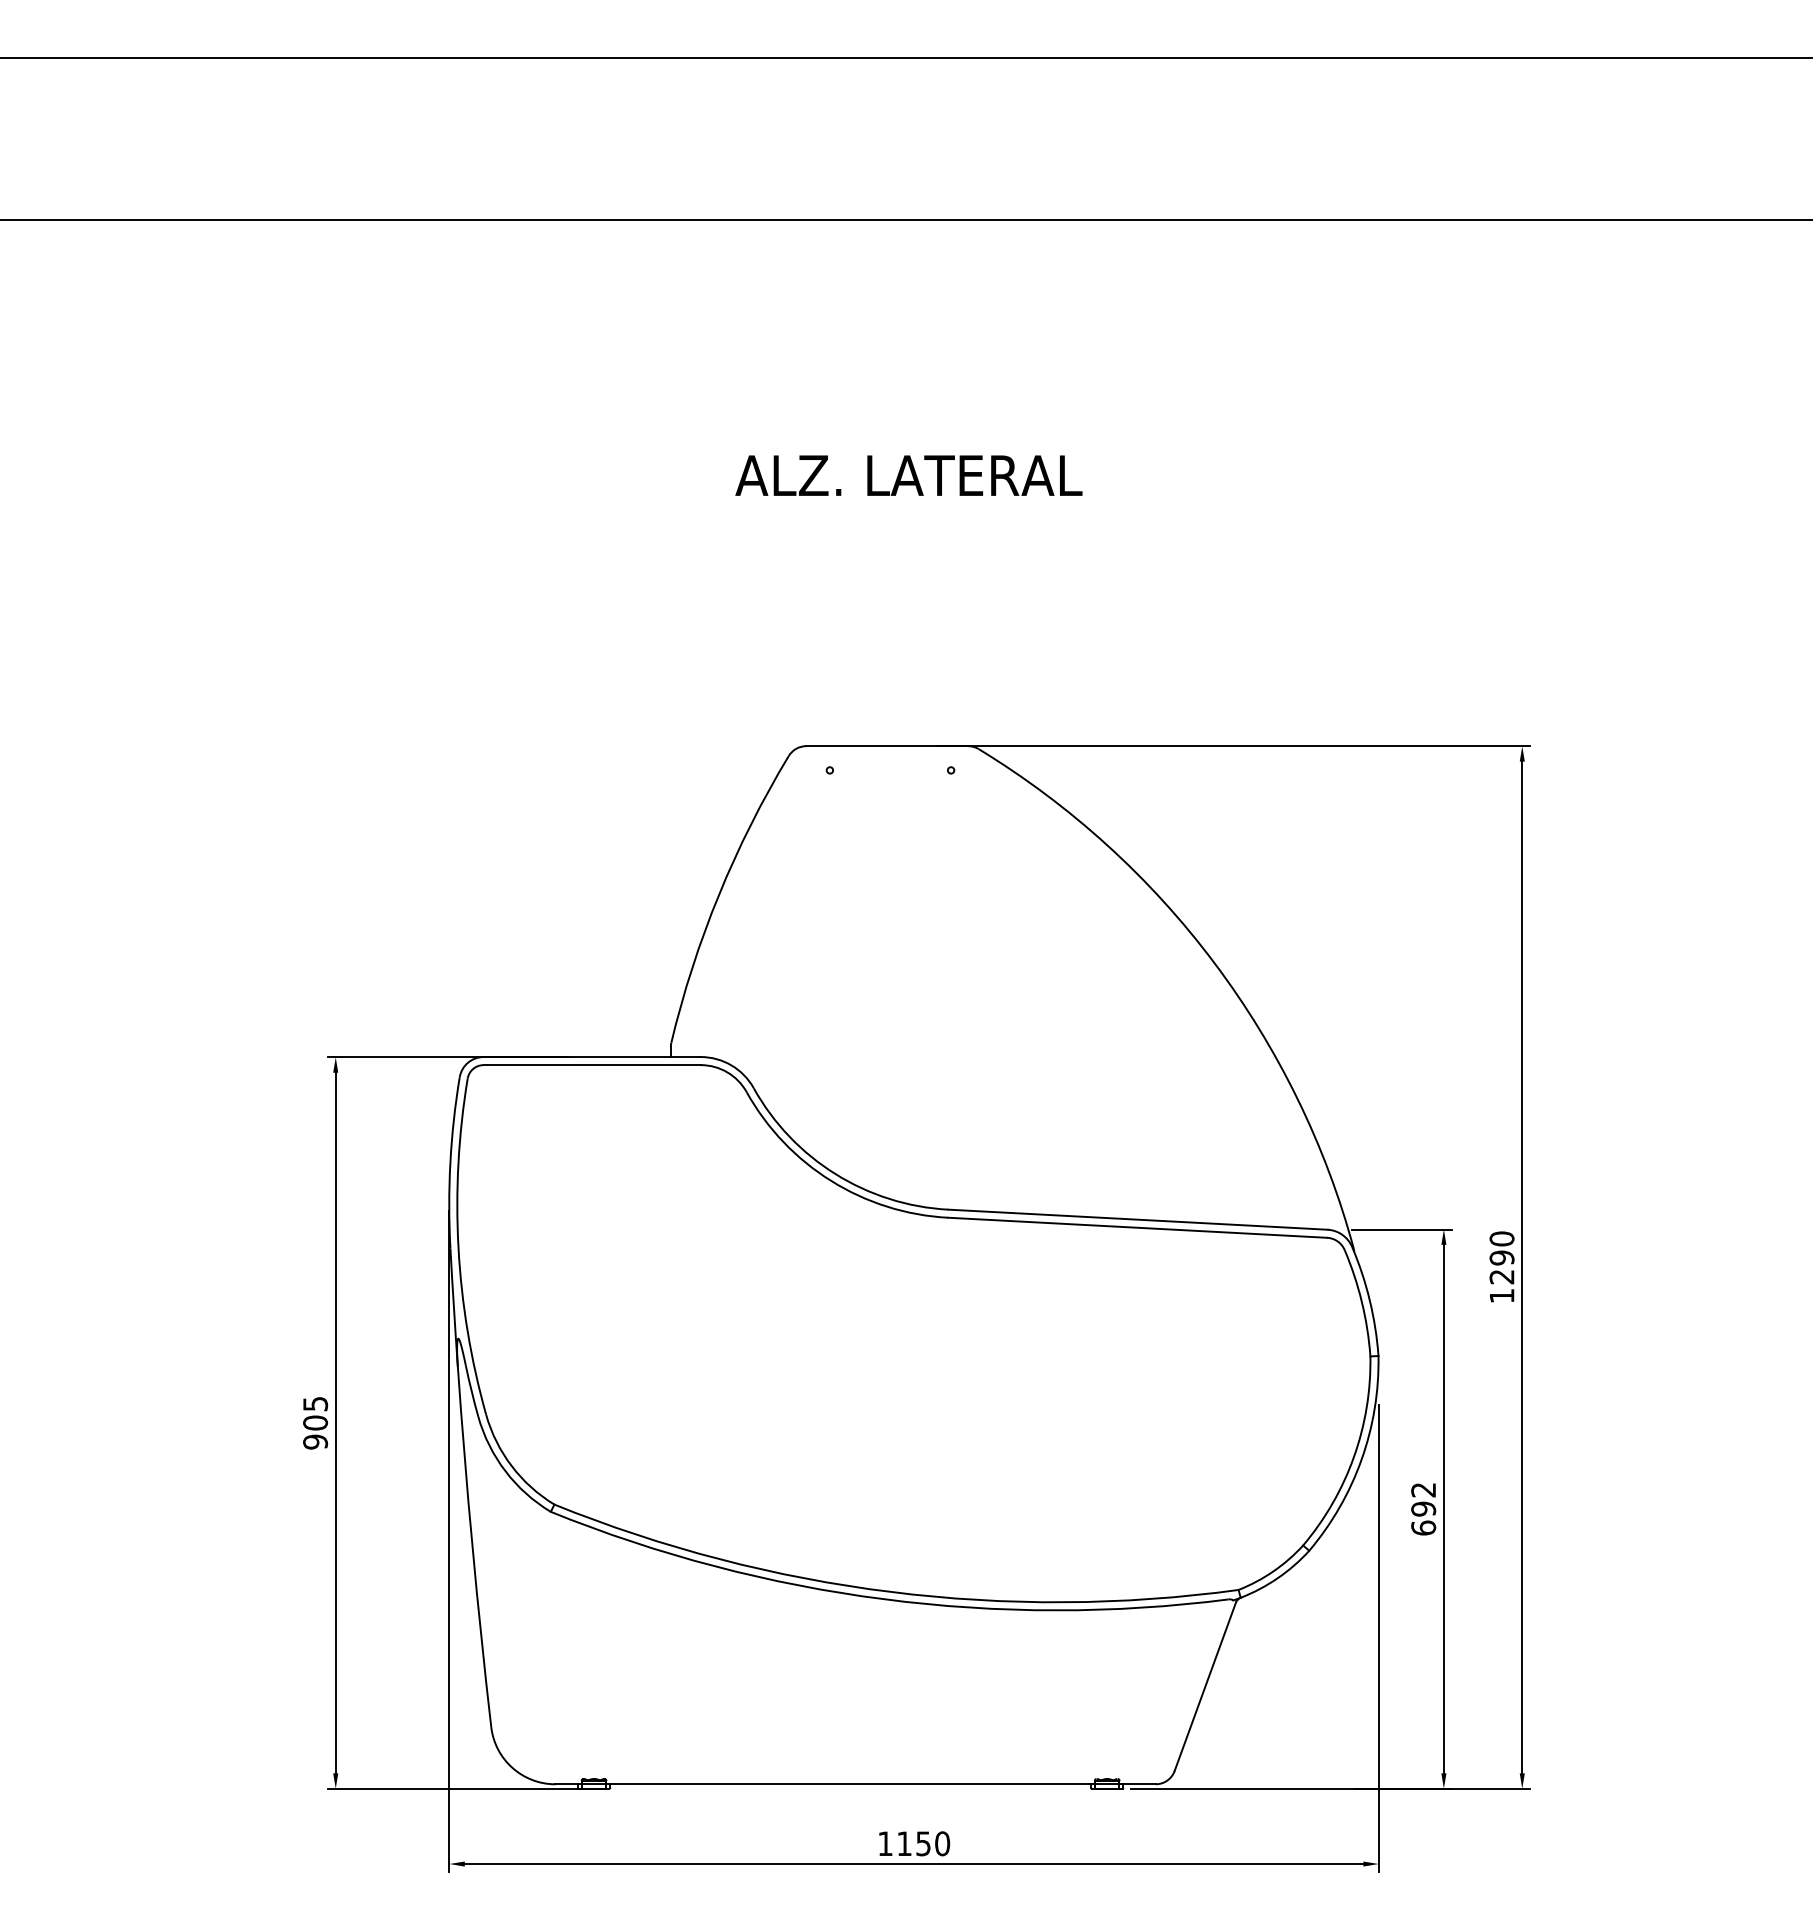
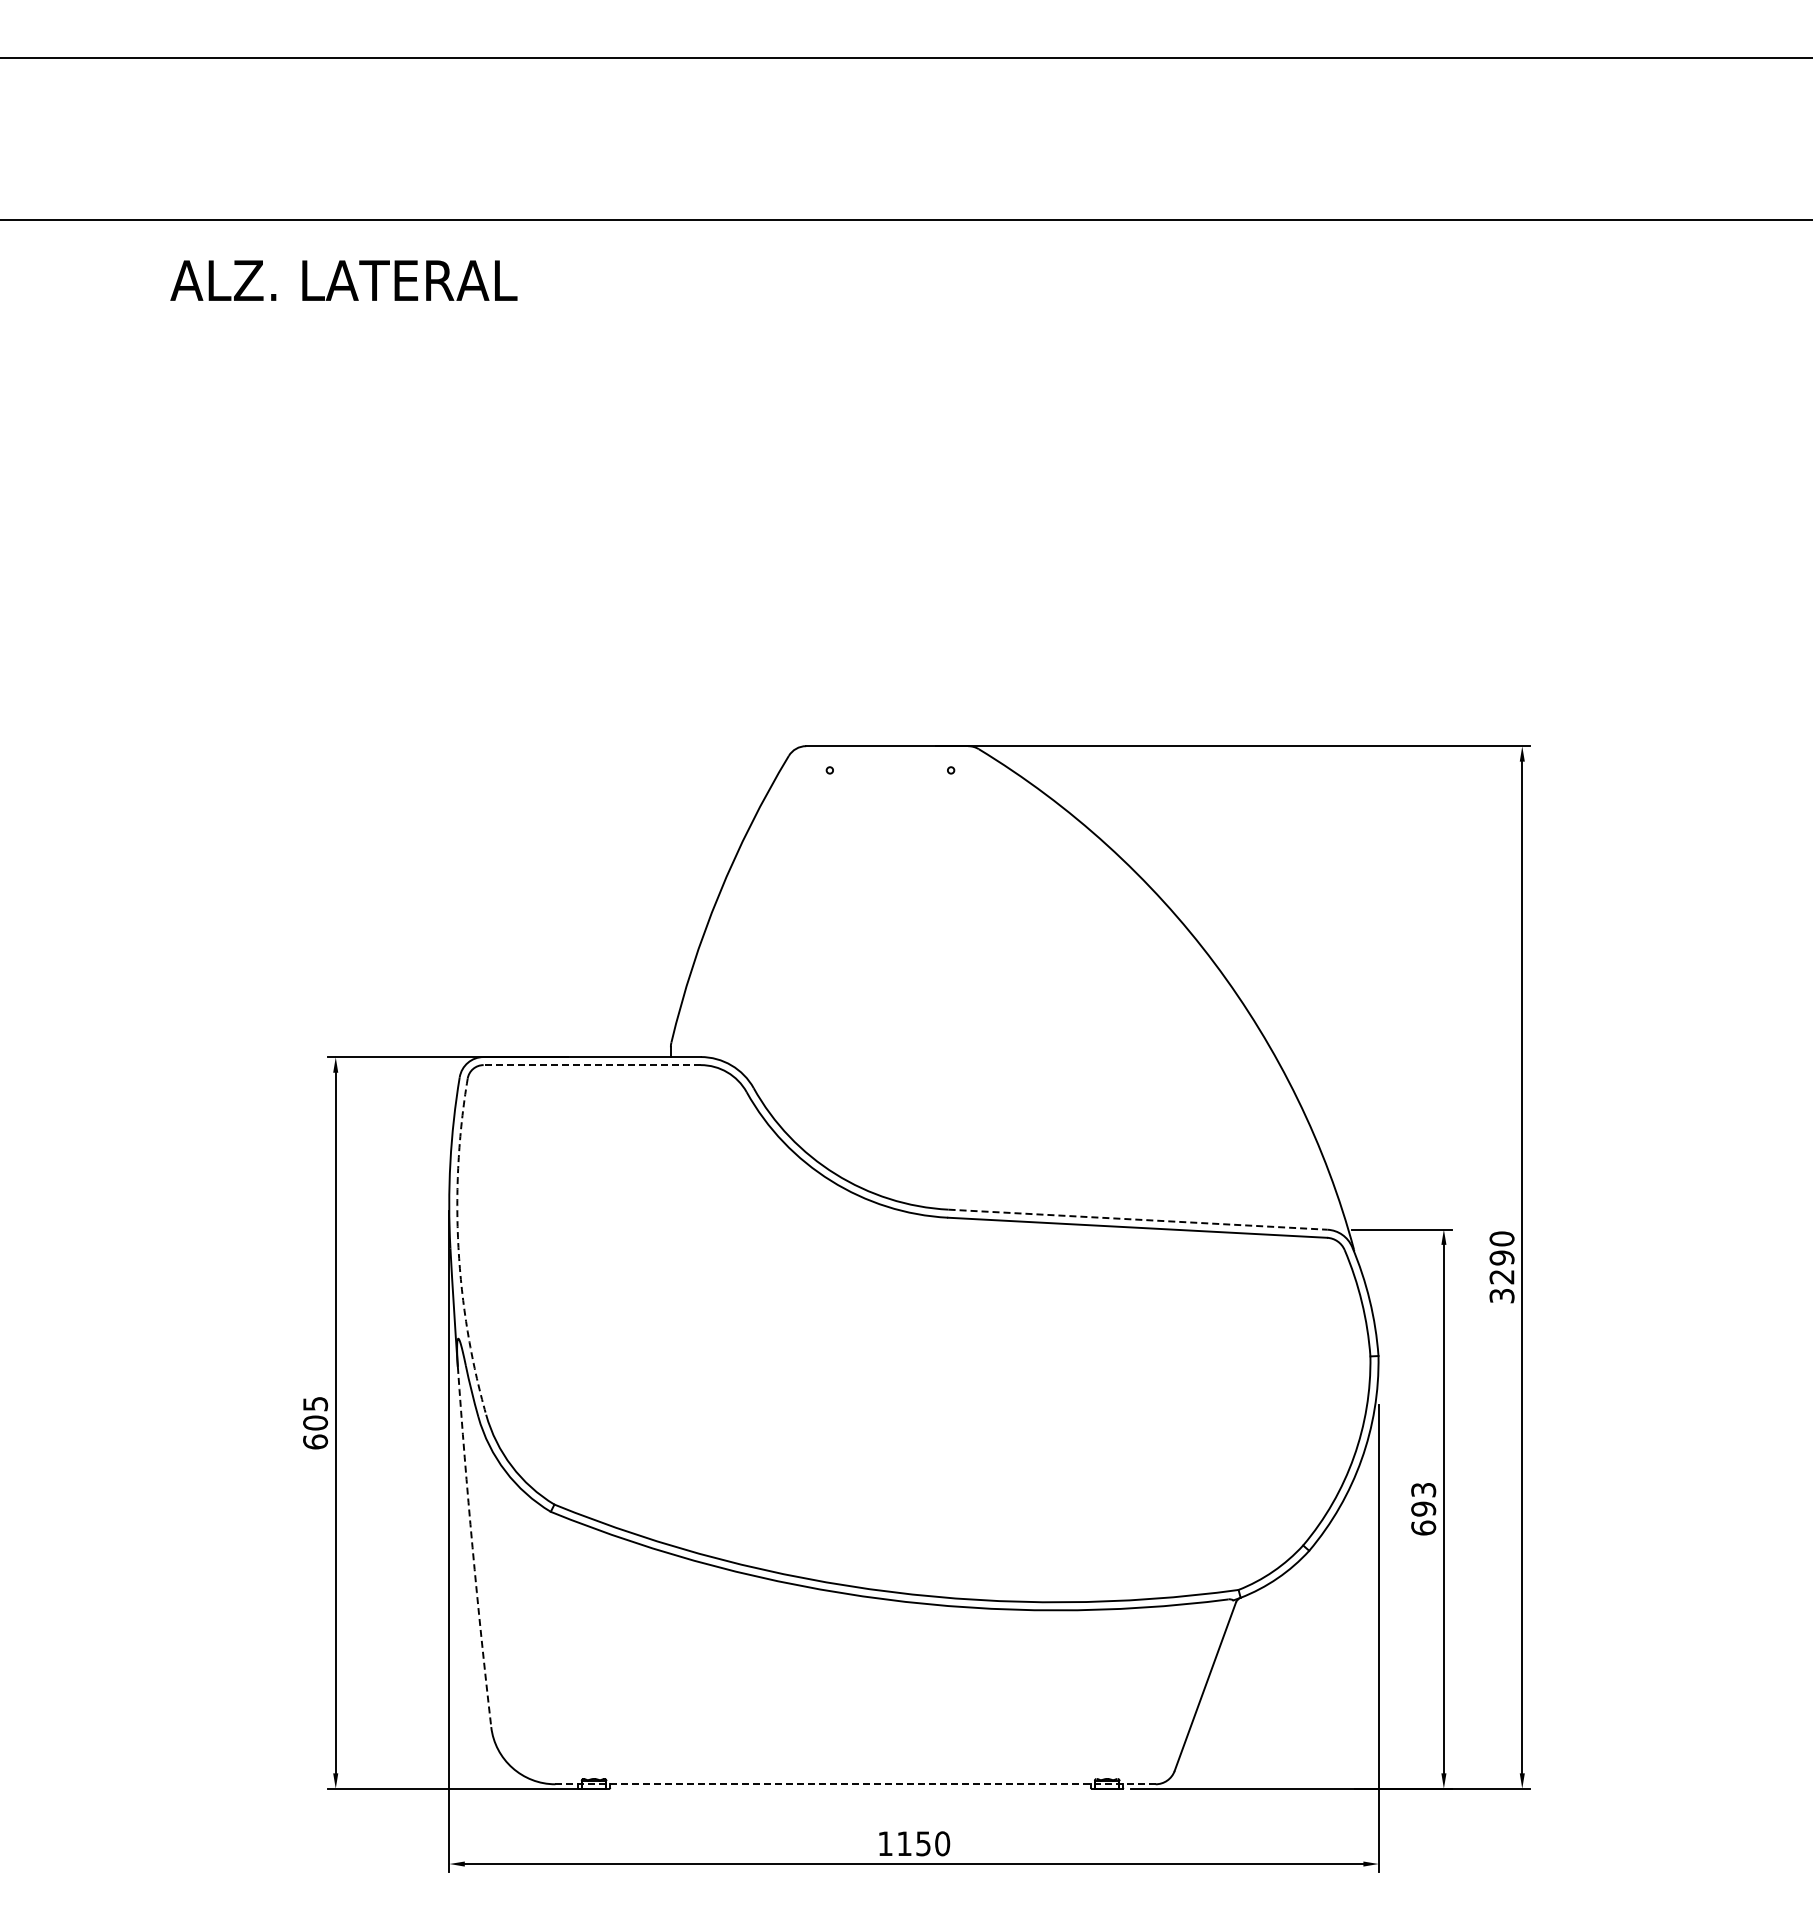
text at (908, 475) position: (908, 475) -> (343, 280)
line at (592, 1065): solid -> dashed
line at (1138, 1219): solid -> dashed
arc at (458, 1247): solid -> dashed
text at (1501, 1296): 1290 -> 3290
text at (315, 1441): 905 -> 605
text at (1423, 1490): 692 -> 693
arc at (472, 1547): solid -> dashed
line at (855, 1784): solid -> dashed
